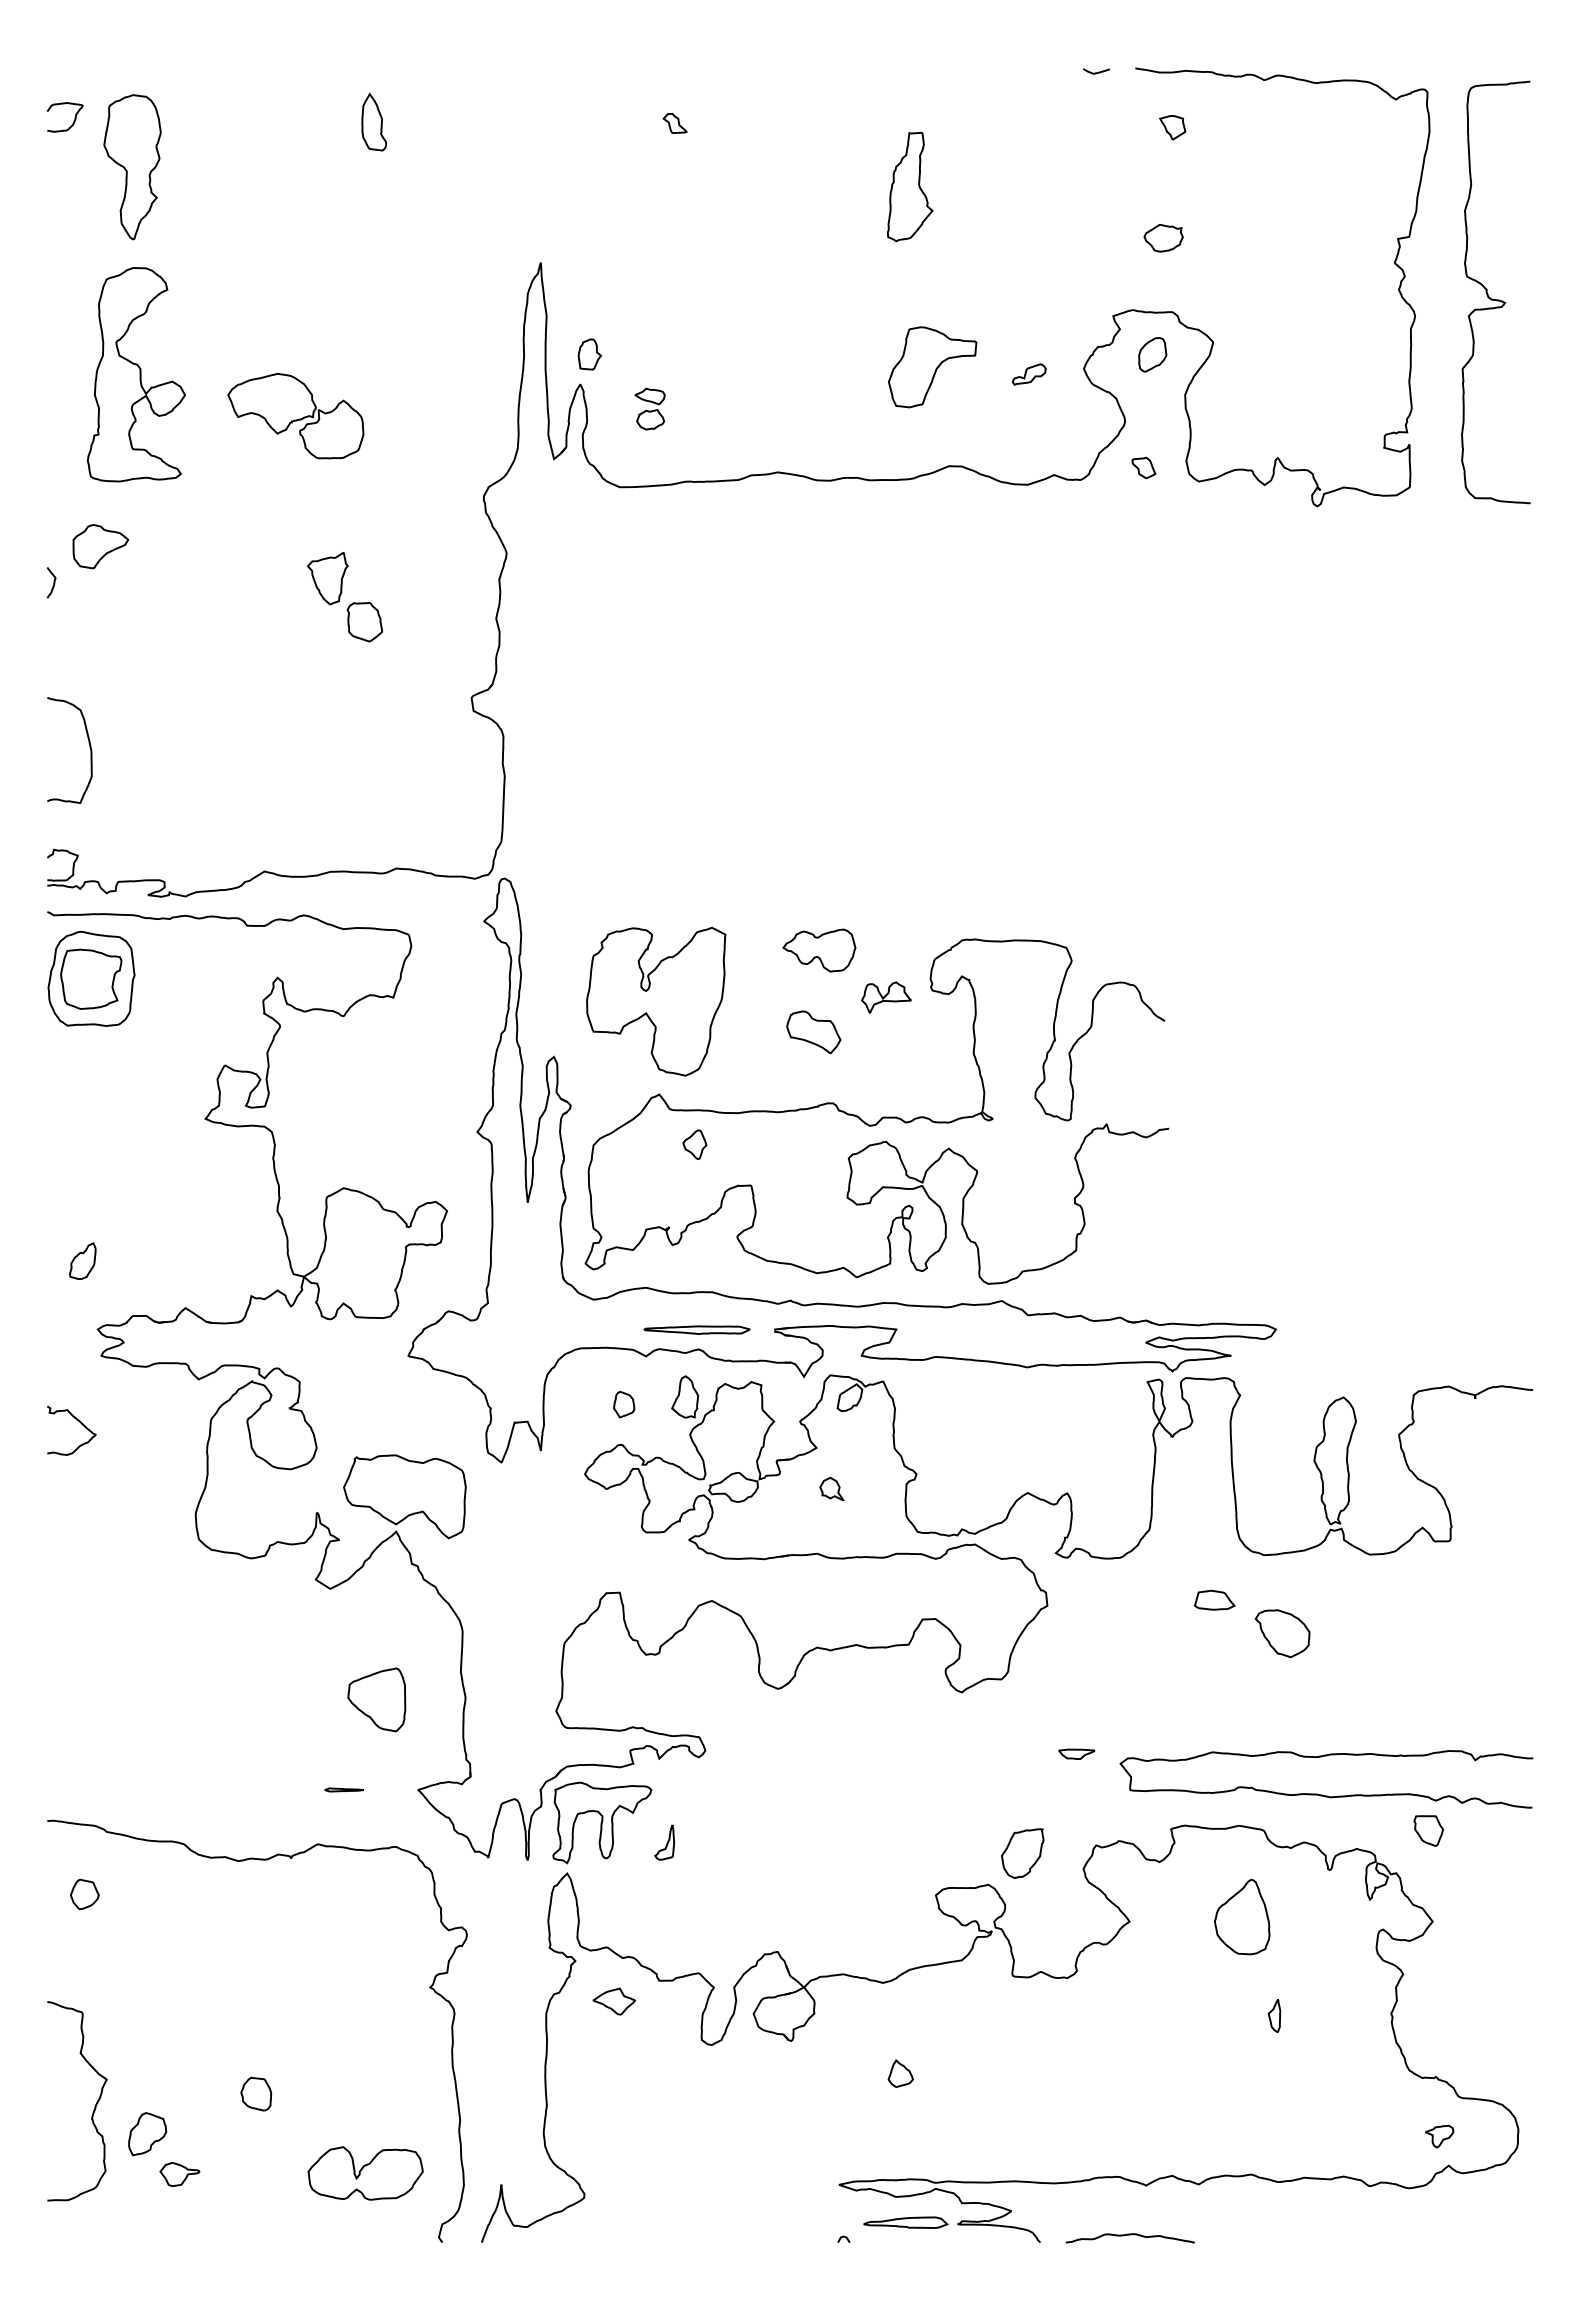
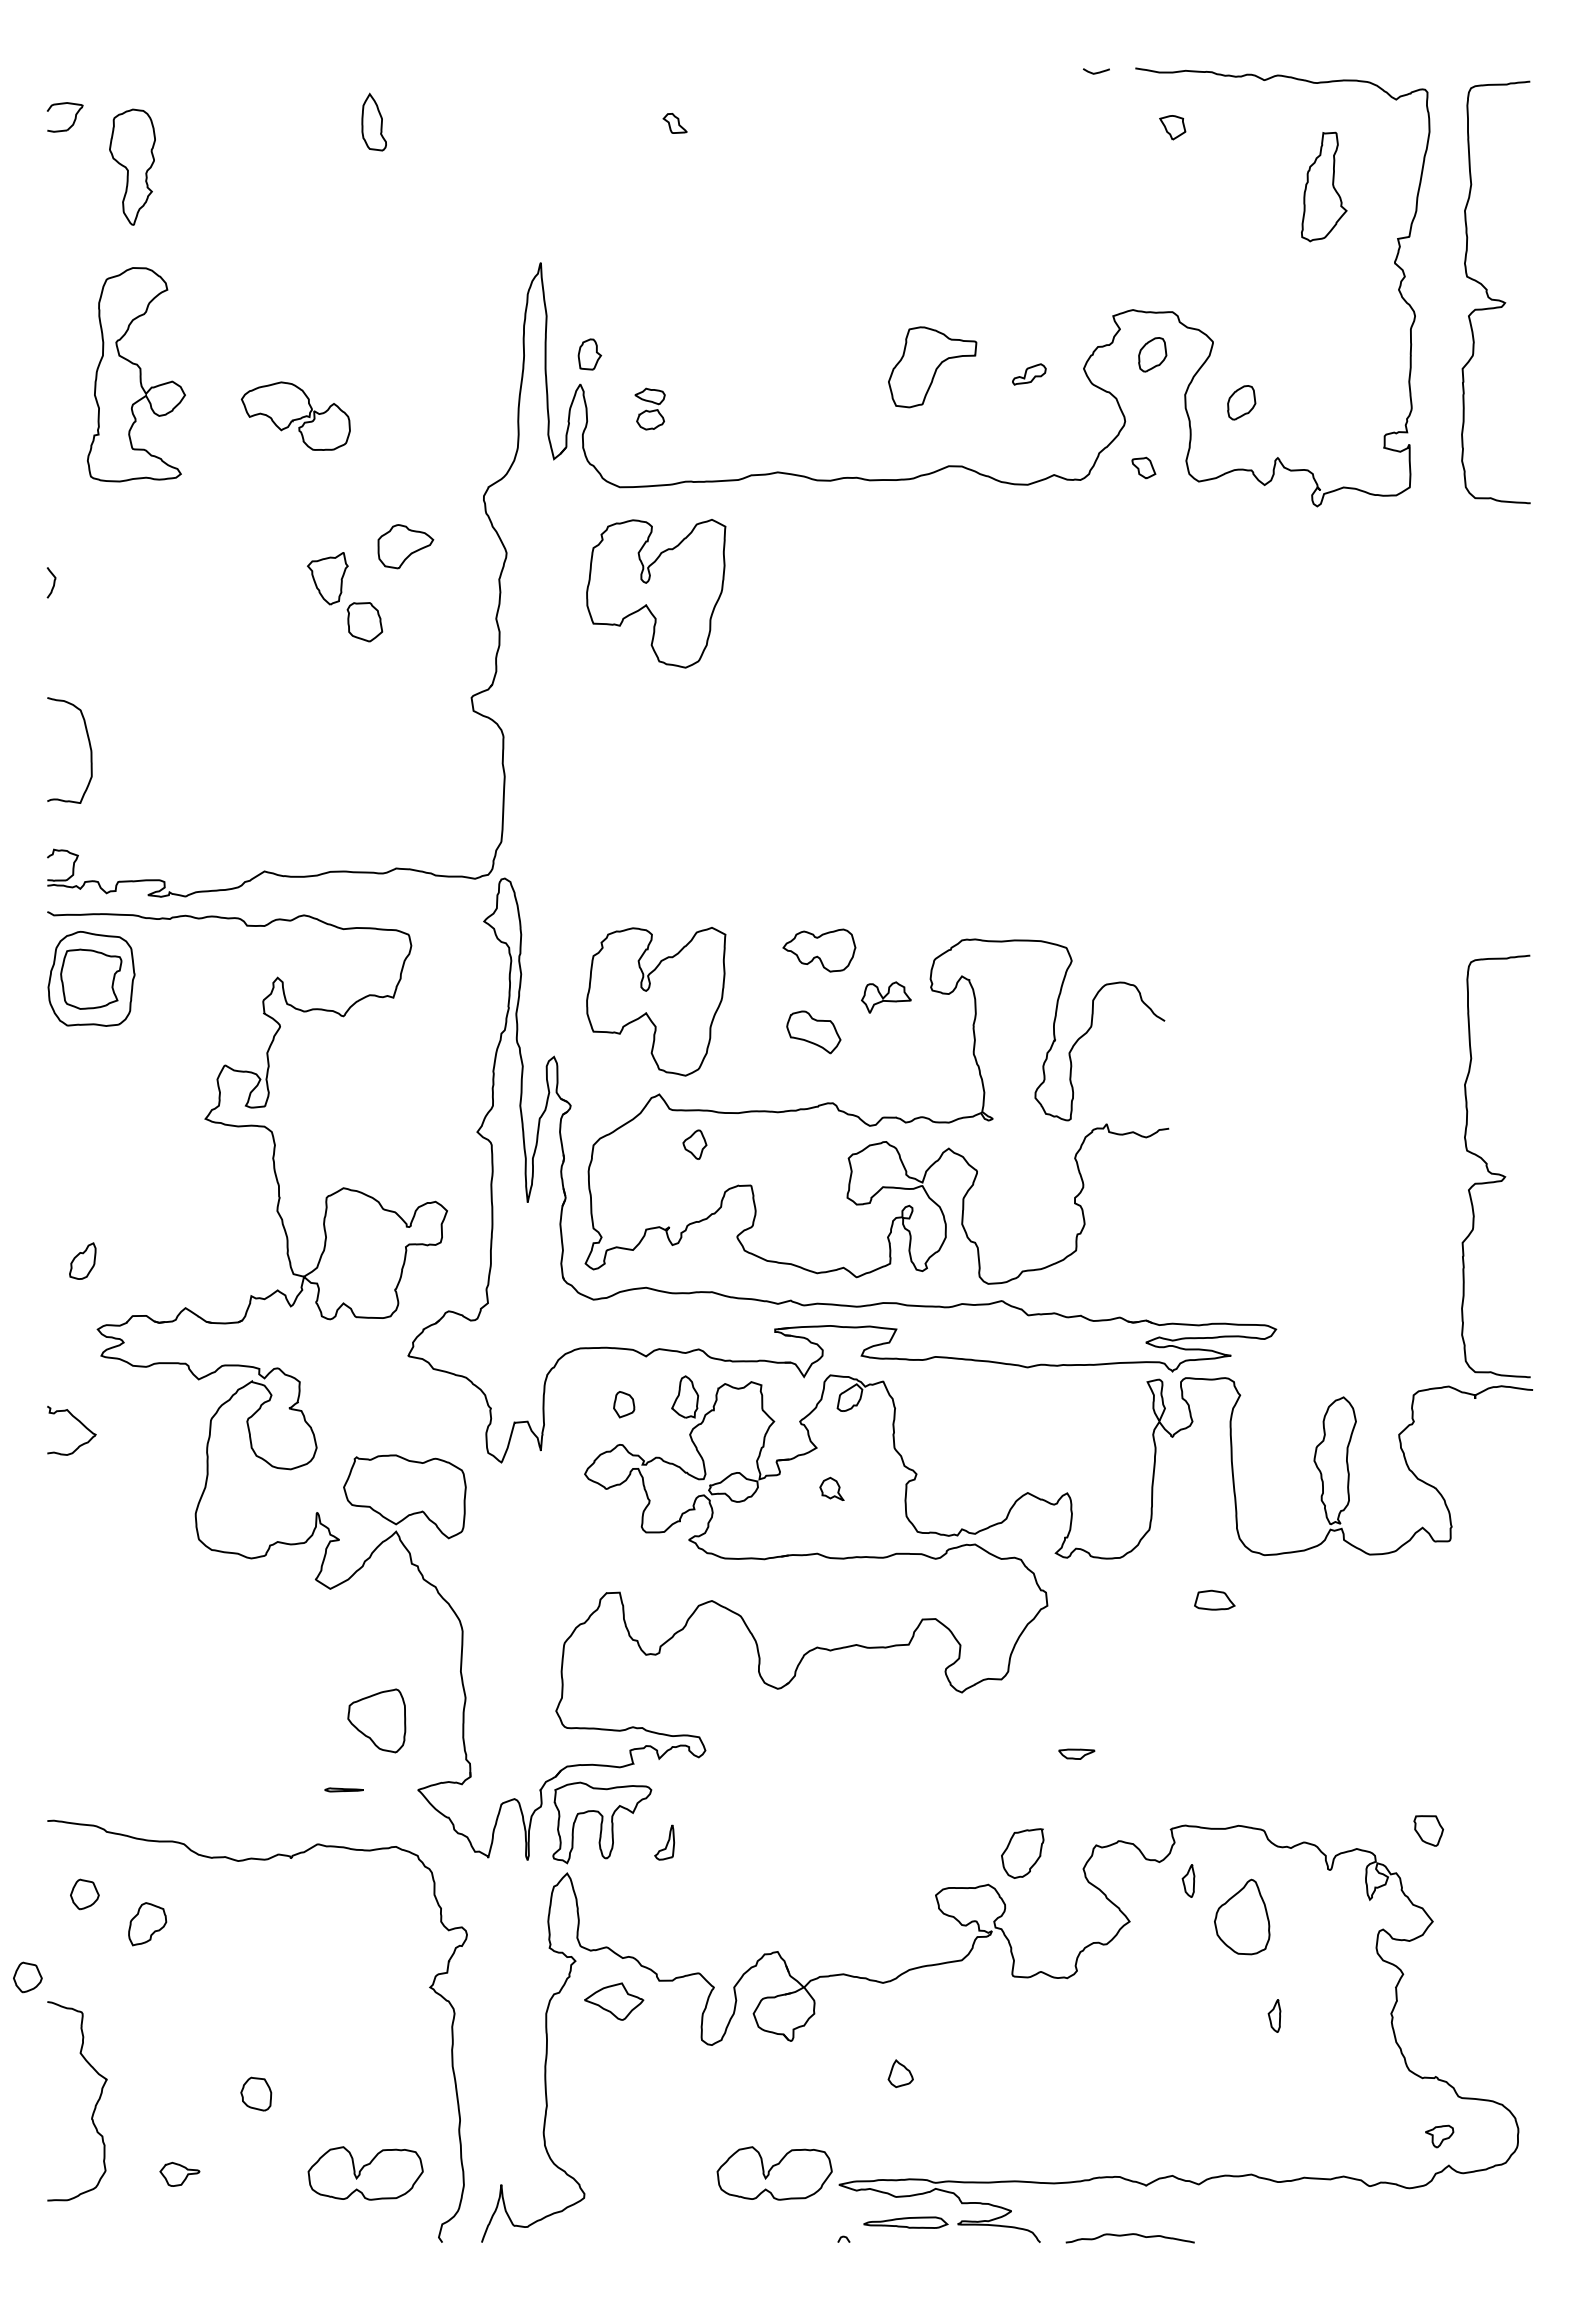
part at (132, 167) size: 59x147 px -> 47x118 px
part at (910, 186) position: (910, 186) -> (1324, 186)
part at (1163, 238): present -> none
part at (1241, 402): none -> present
part at (295, 416) size: 138x87 px -> 111x70 px
part at (100, 546) position: (100, 546) -> (405, 546)
part at (656, 593): none -> present
curve at (1492, 1172): none -> present
part at (696, 1329): present -> none
part at (1282, 1633): present -> none
part at (376, 1699) position: (376, 1699) -> (376, 1720)
curve at (1322, 1794): present -> none
part at (1188, 1880): none -> present
part at (27, 1977): none -> present
part at (614, 2001) size: 45x29 px -> 61x39 px
part at (147, 2134) position: (147, 2134) -> (147, 1924)
part at (774, 2173): none -> present
